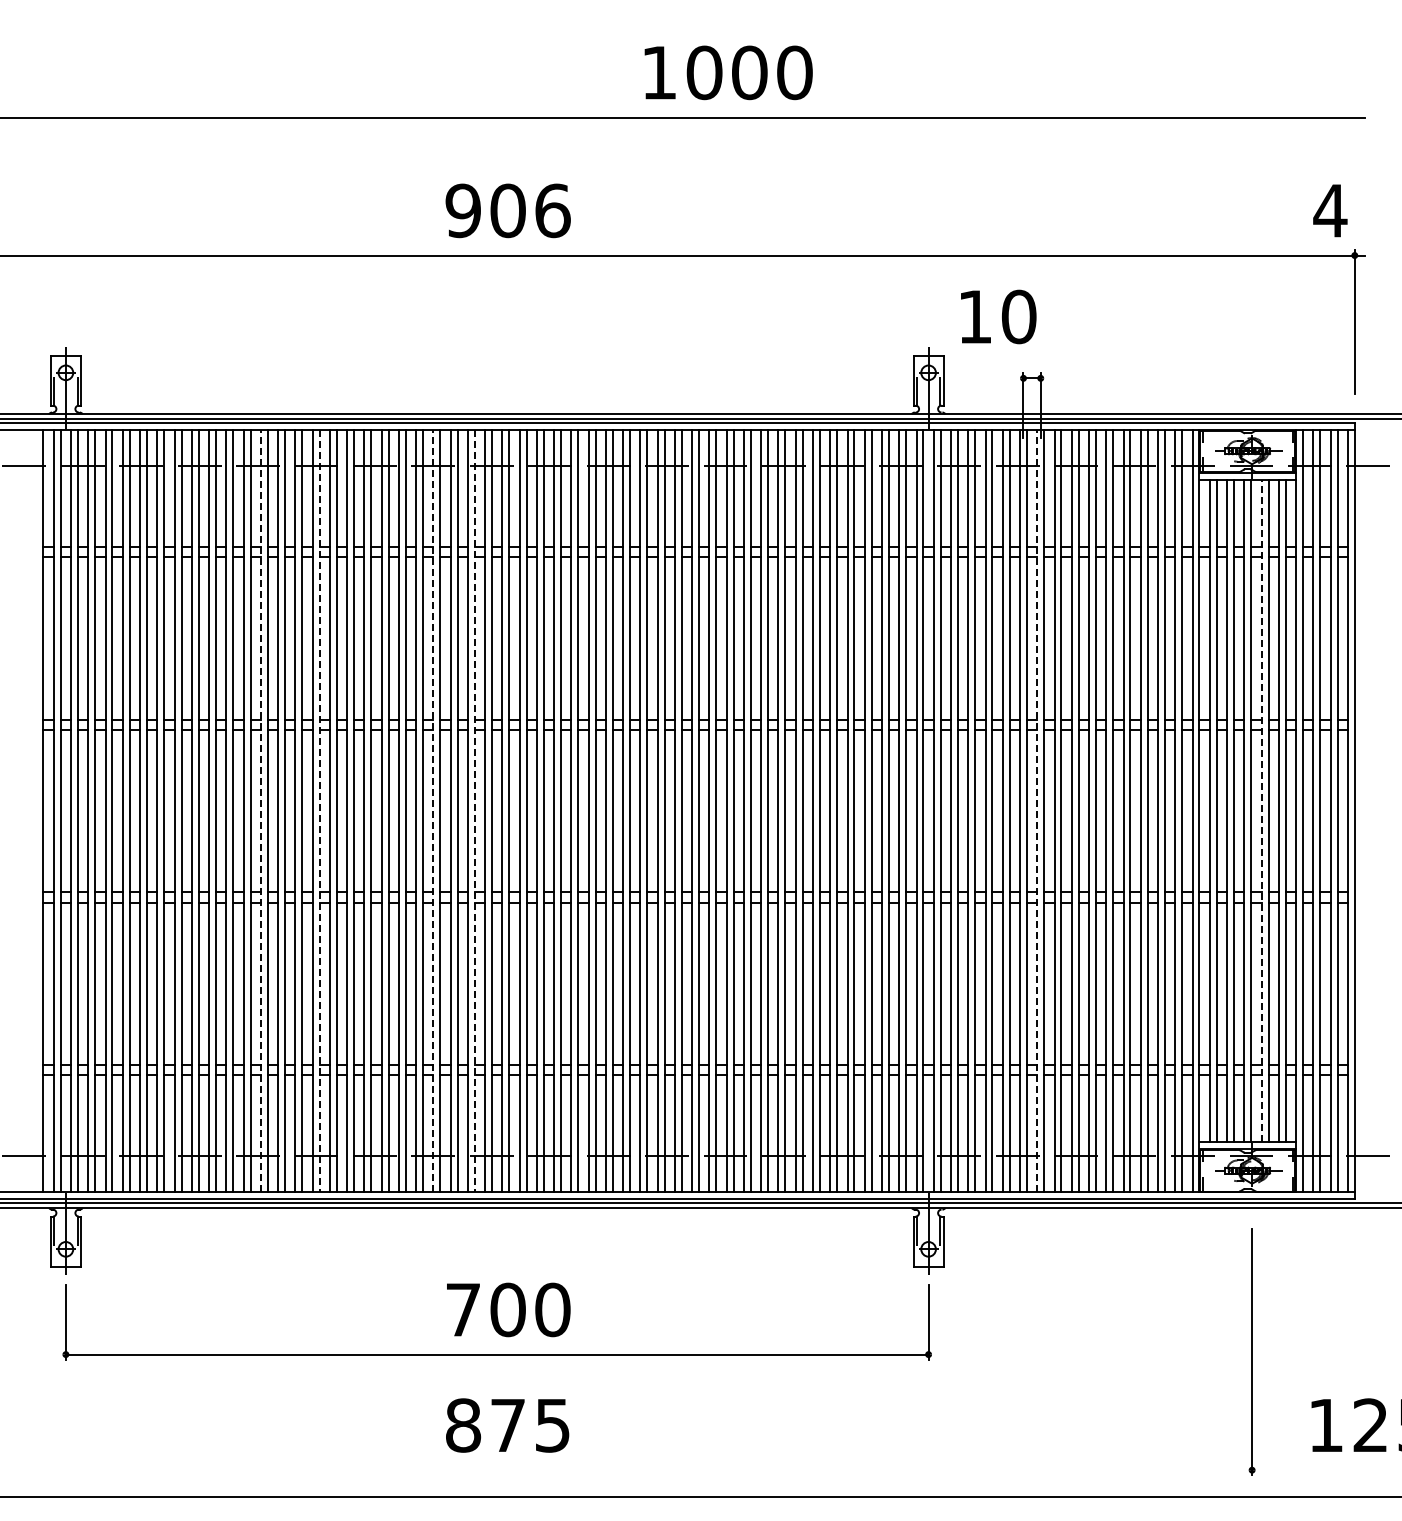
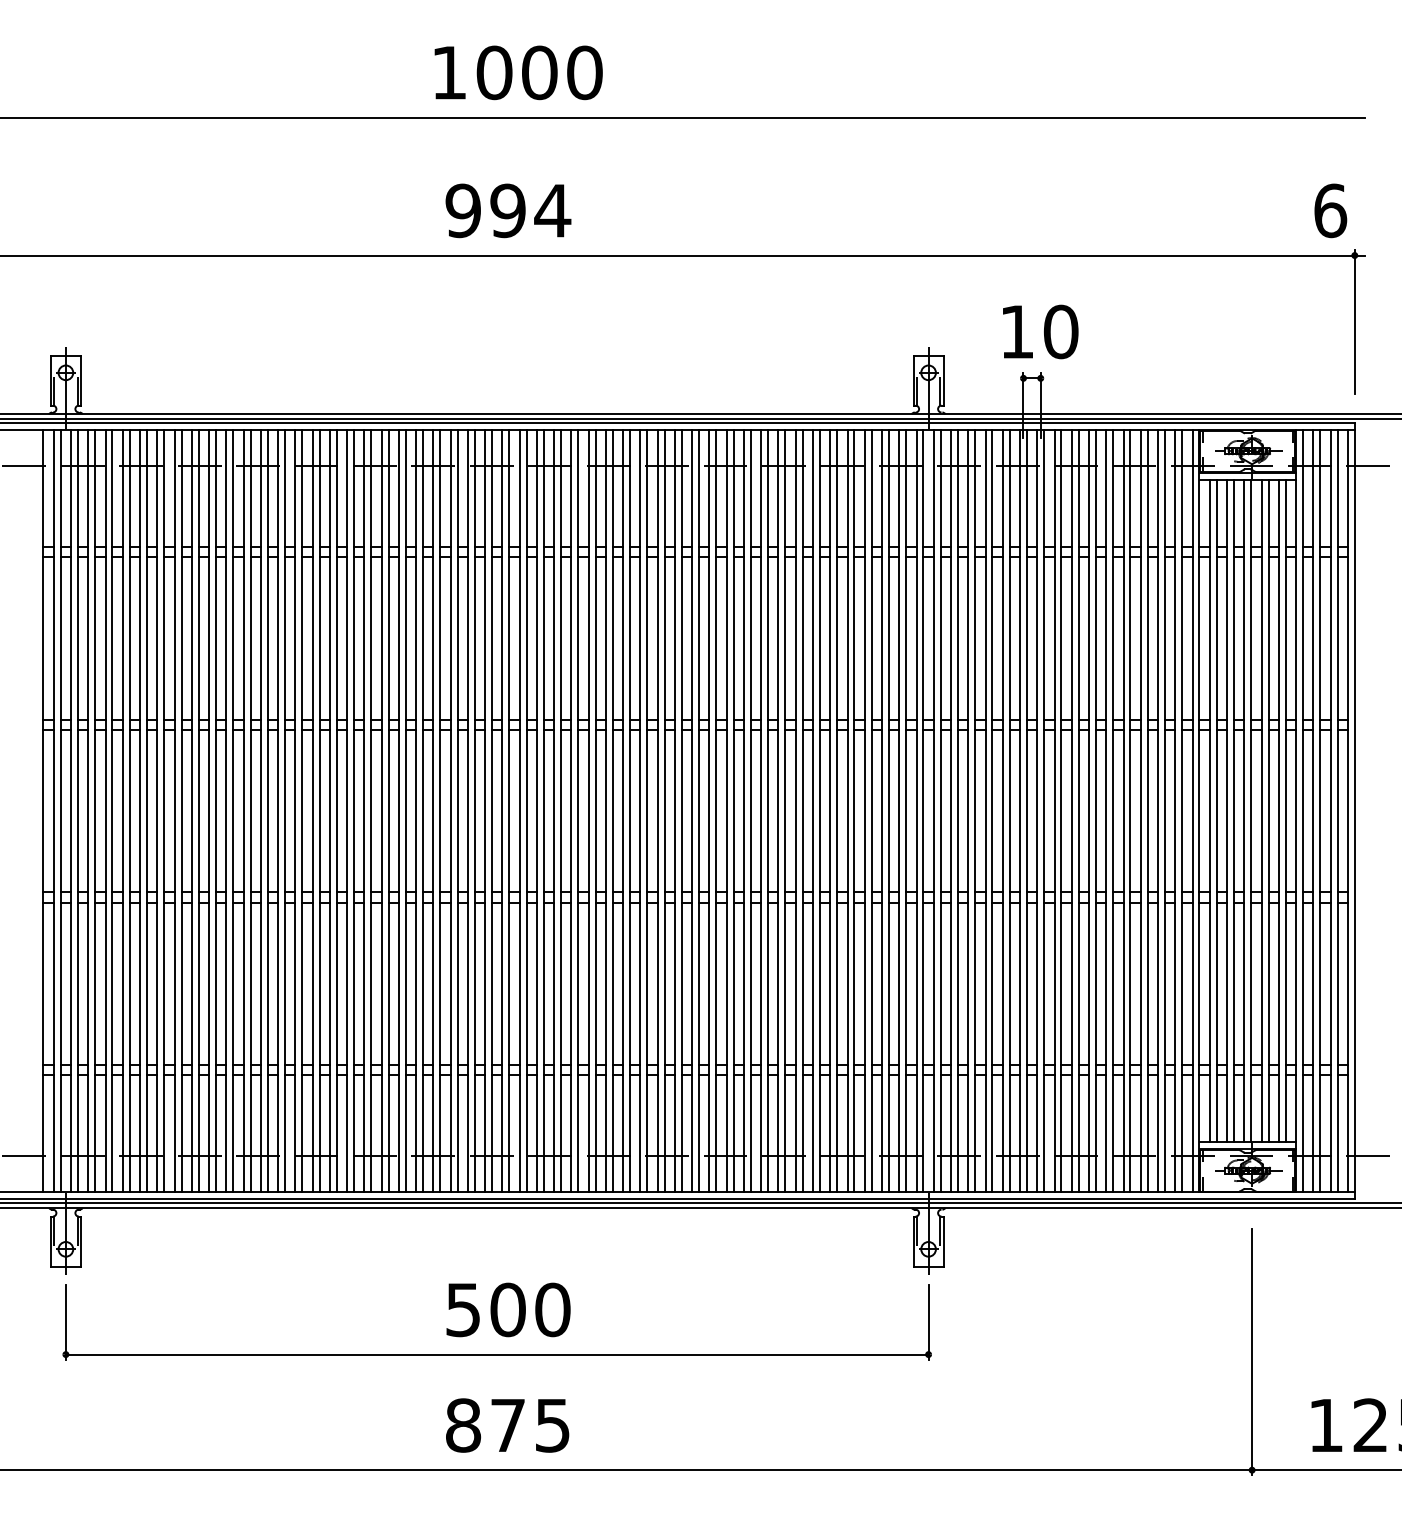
text at (728, 72) position: (728, 72) -> (518, 72)
text at (530, 210): 906 -> 994
text at (1330, 210): 4 -> 6
text at (998, 316) position: (998, 316) -> (1040, 331)
line at (260, 810): dashed -> solid
line at (433, 810): dashed -> solid
line at (1037, 810): dashed -> solid
line at (1261, 810): dashed -> solid
line at (319, 811): dashed -> solid
line at (474, 811): dashed -> solid
text at (462, 1310): 700 -> 500
line at (700, 1497) position: (700, 1497) -> (700, 1470)
